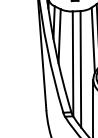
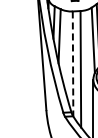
line at (73, 64): solid -> dashed
